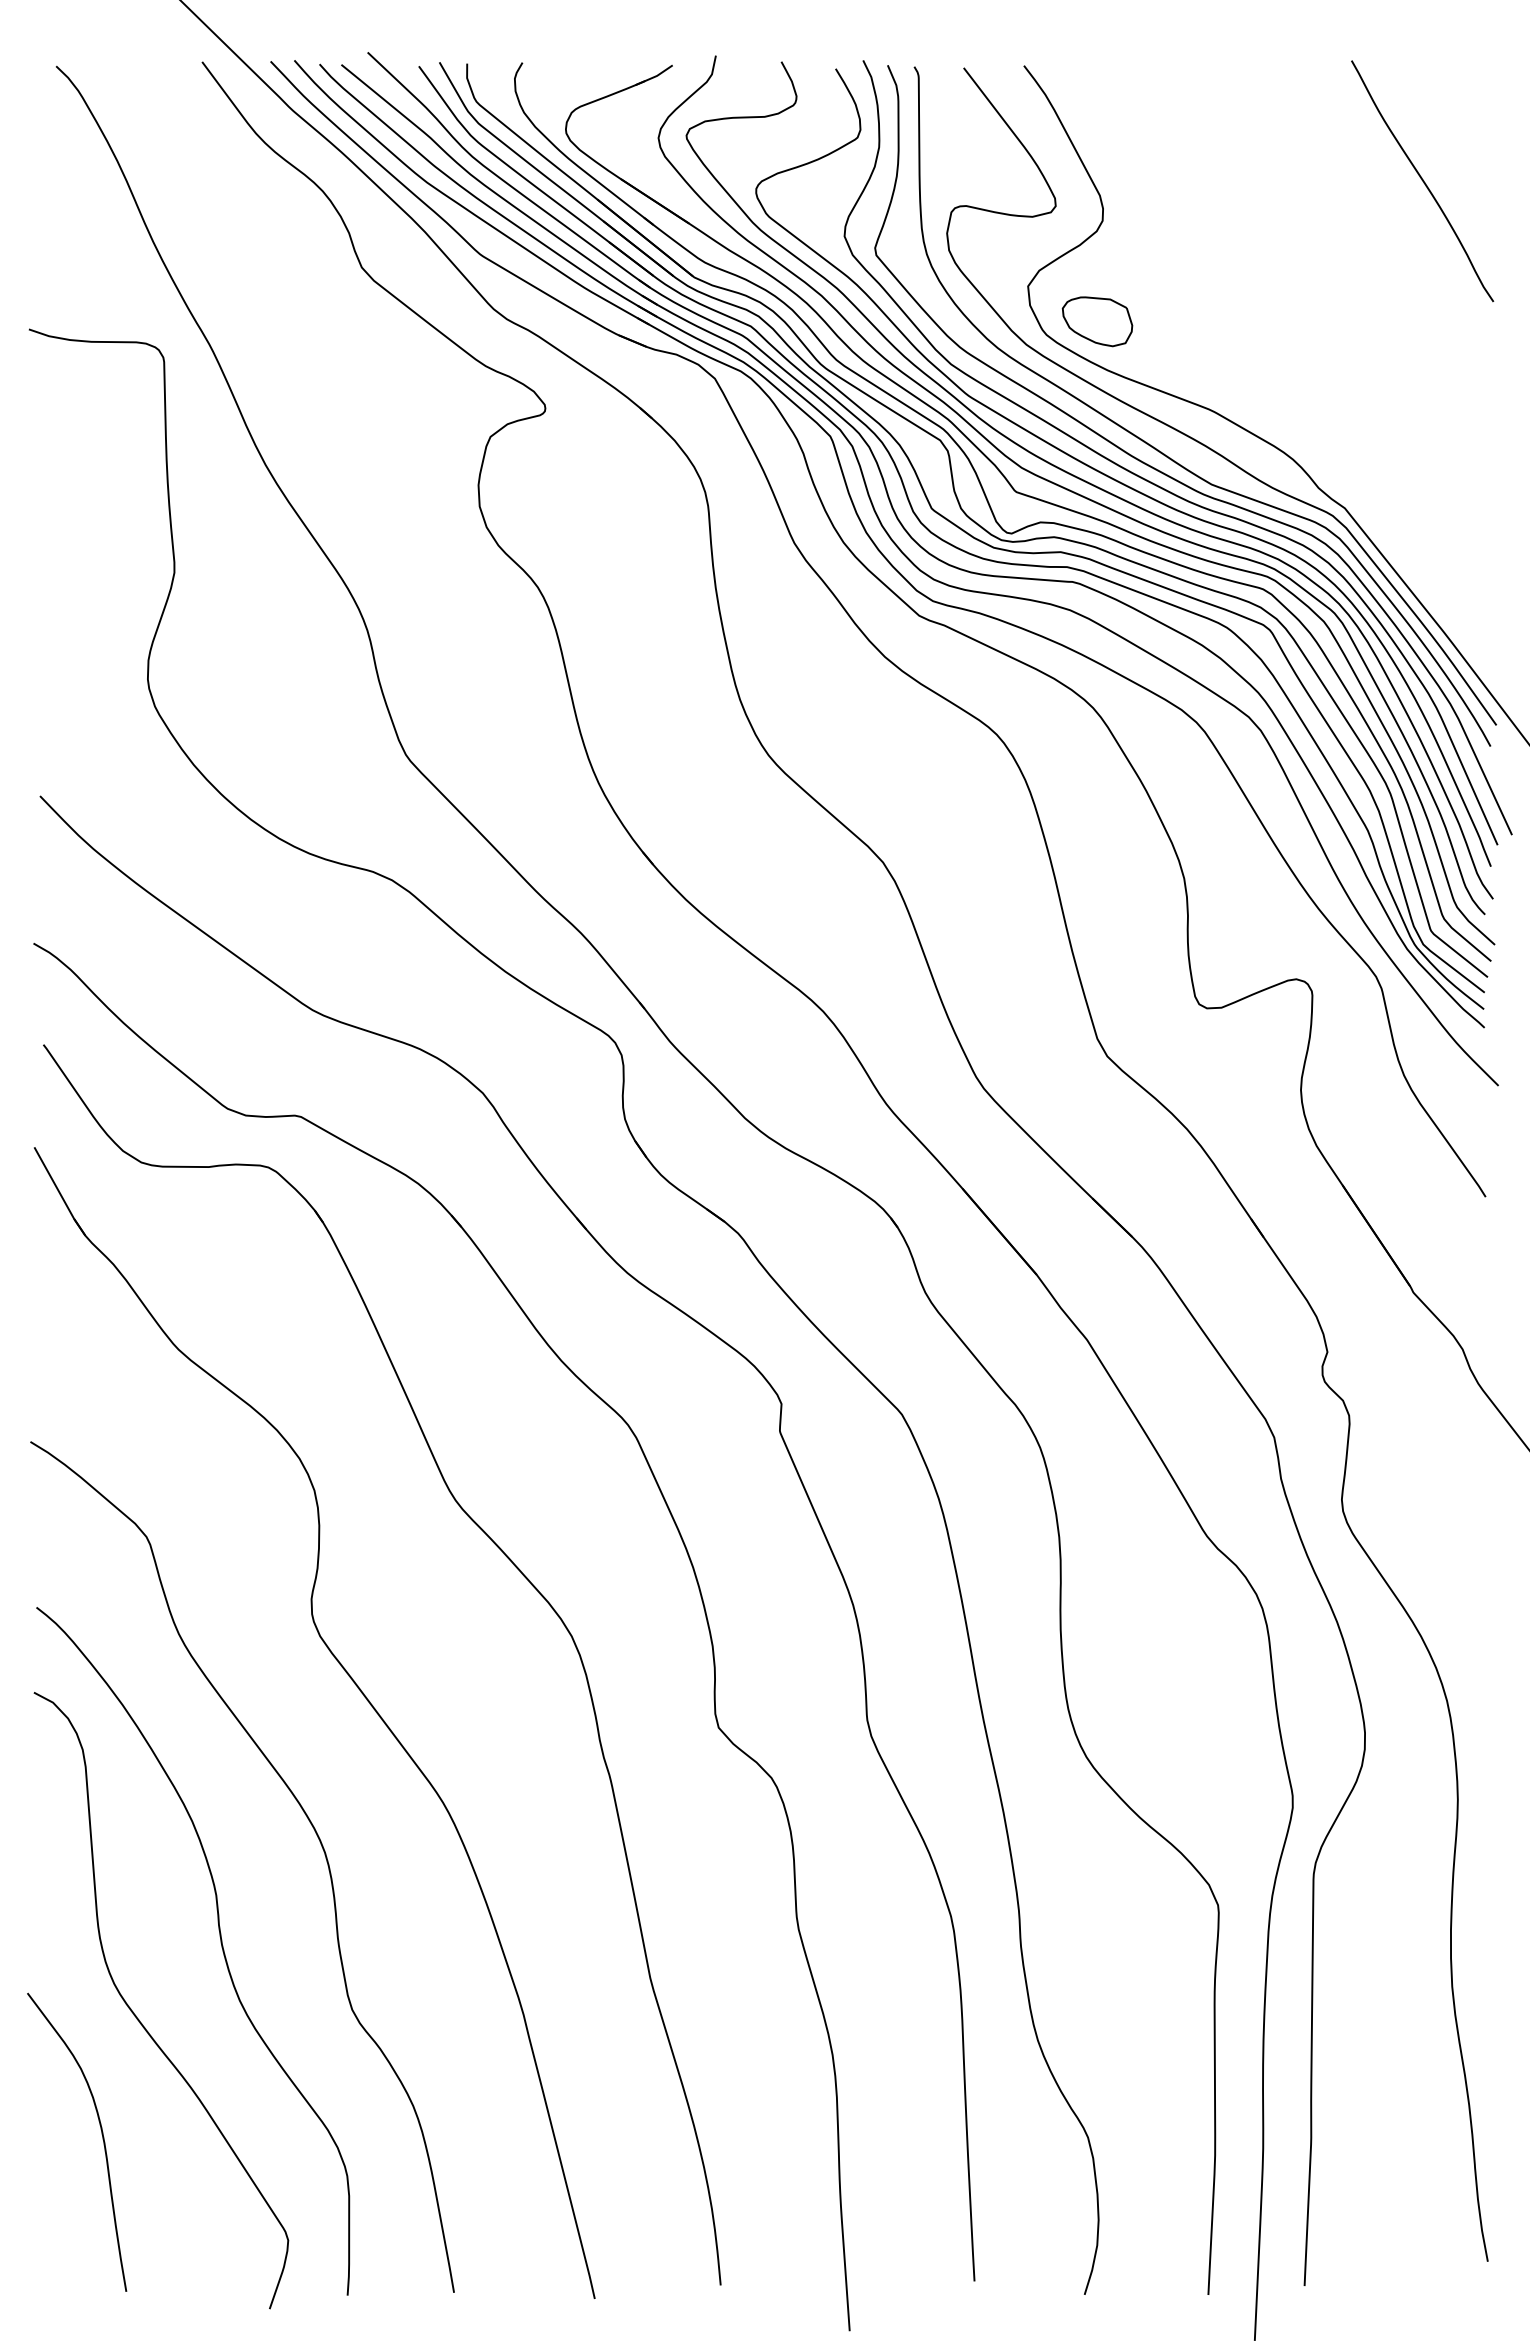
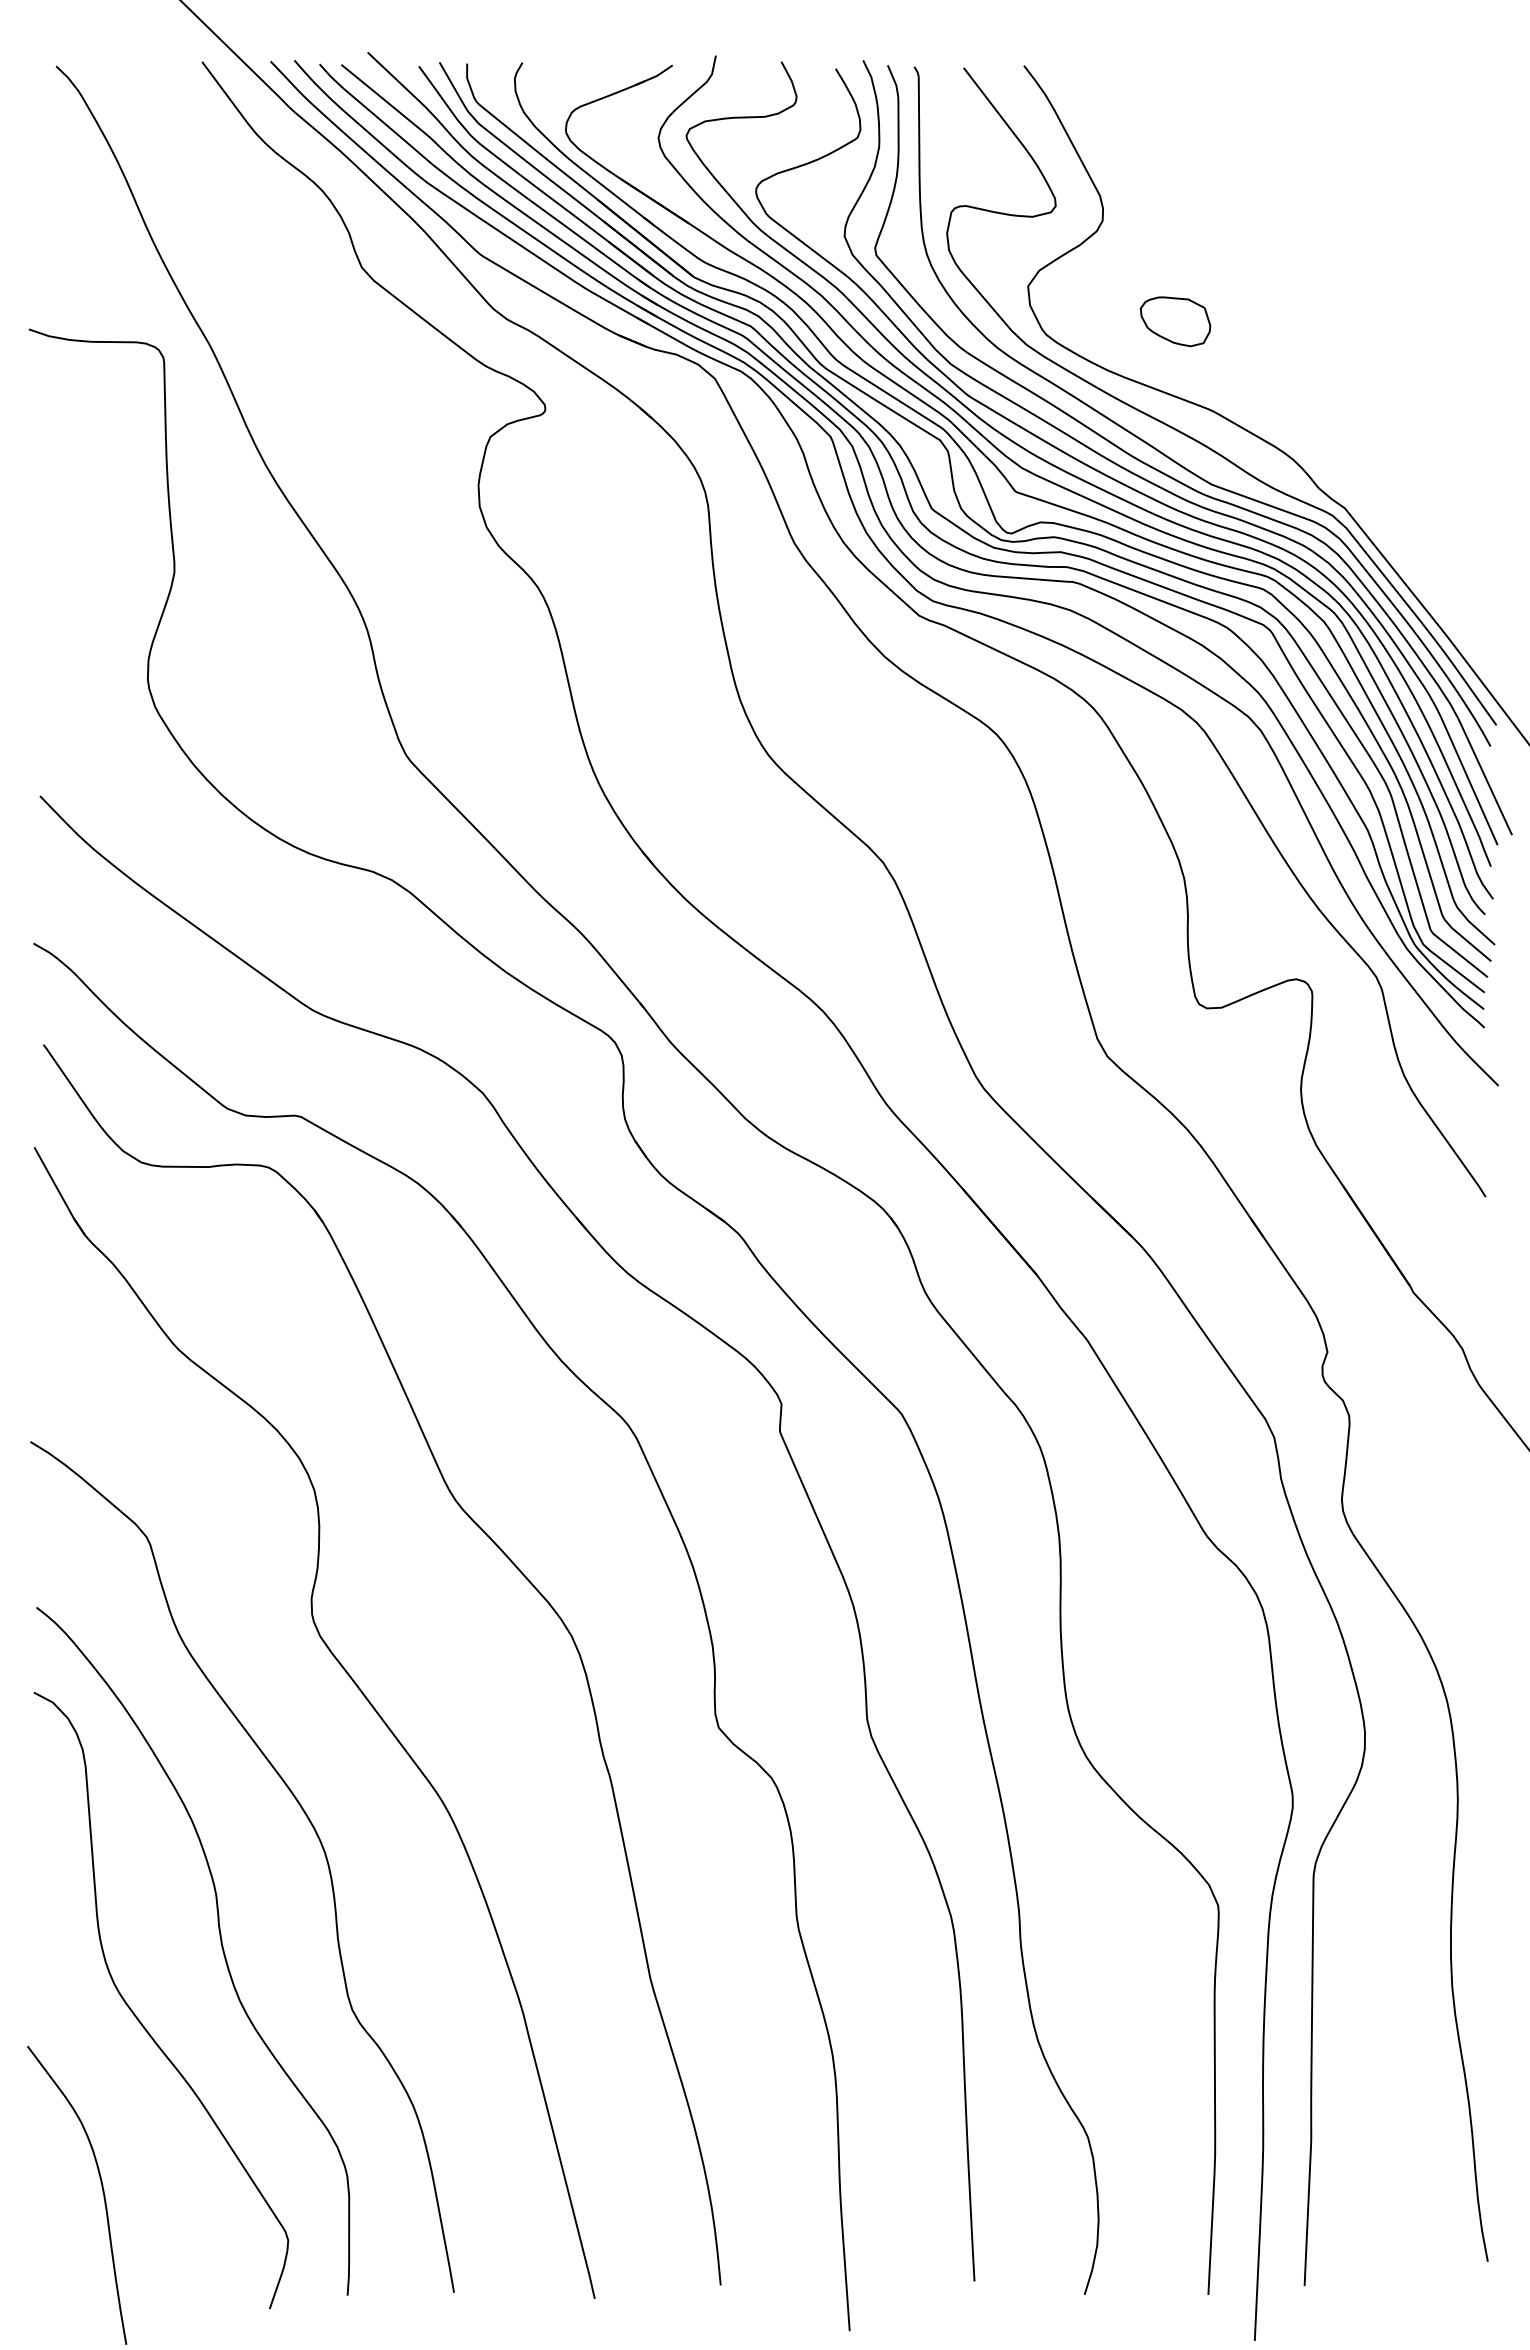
curve at (1422, 181): present -> none
part at (1097, 321) position: (1097, 321) -> (1175, 321)
curve at (101, 2134) position: (101, 2134) -> (101, 2187)
